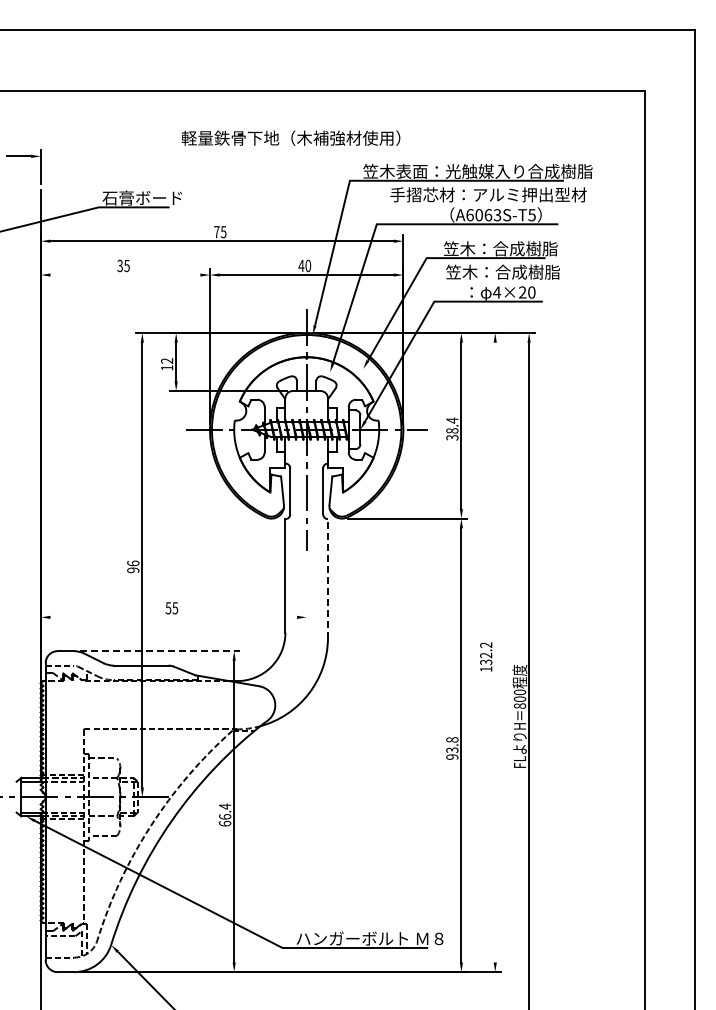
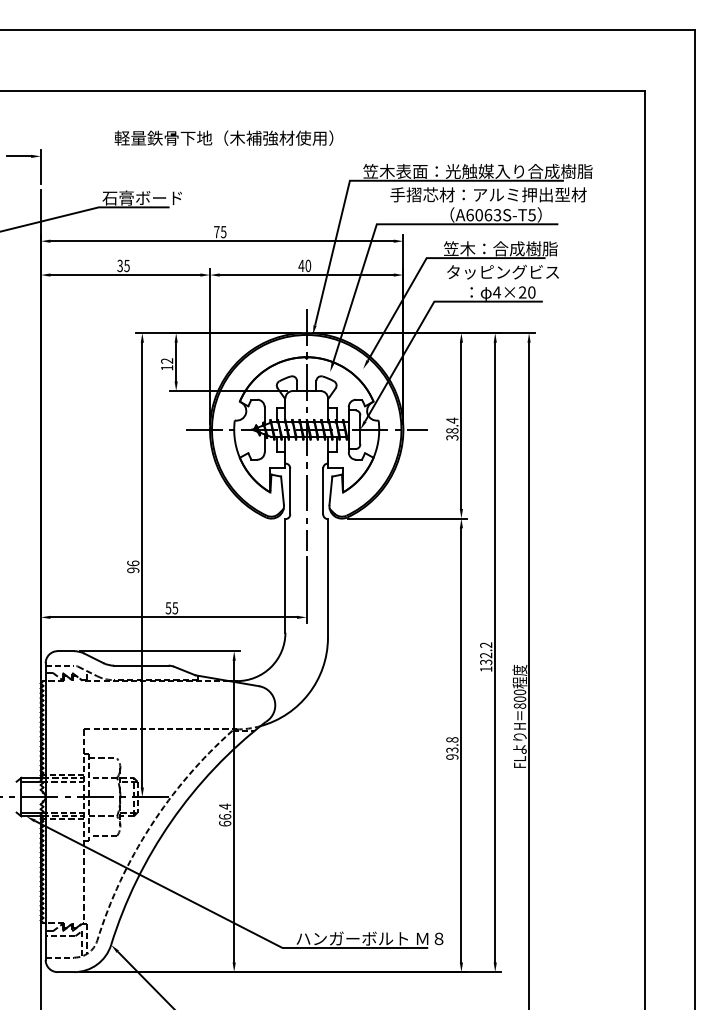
text at (290, 137) position: (290, 137) -> (223, 137)
text at (502, 271): 笠木：合成樹脂 -> タッピングビス
line at (125, 275): none -> present
line at (327, 578): dashed -> solid
line at (306, 589): none -> present
line at (173, 617): none -> present
line at (160, 651): dashed -> solid
line at (495, 652): none -> present
